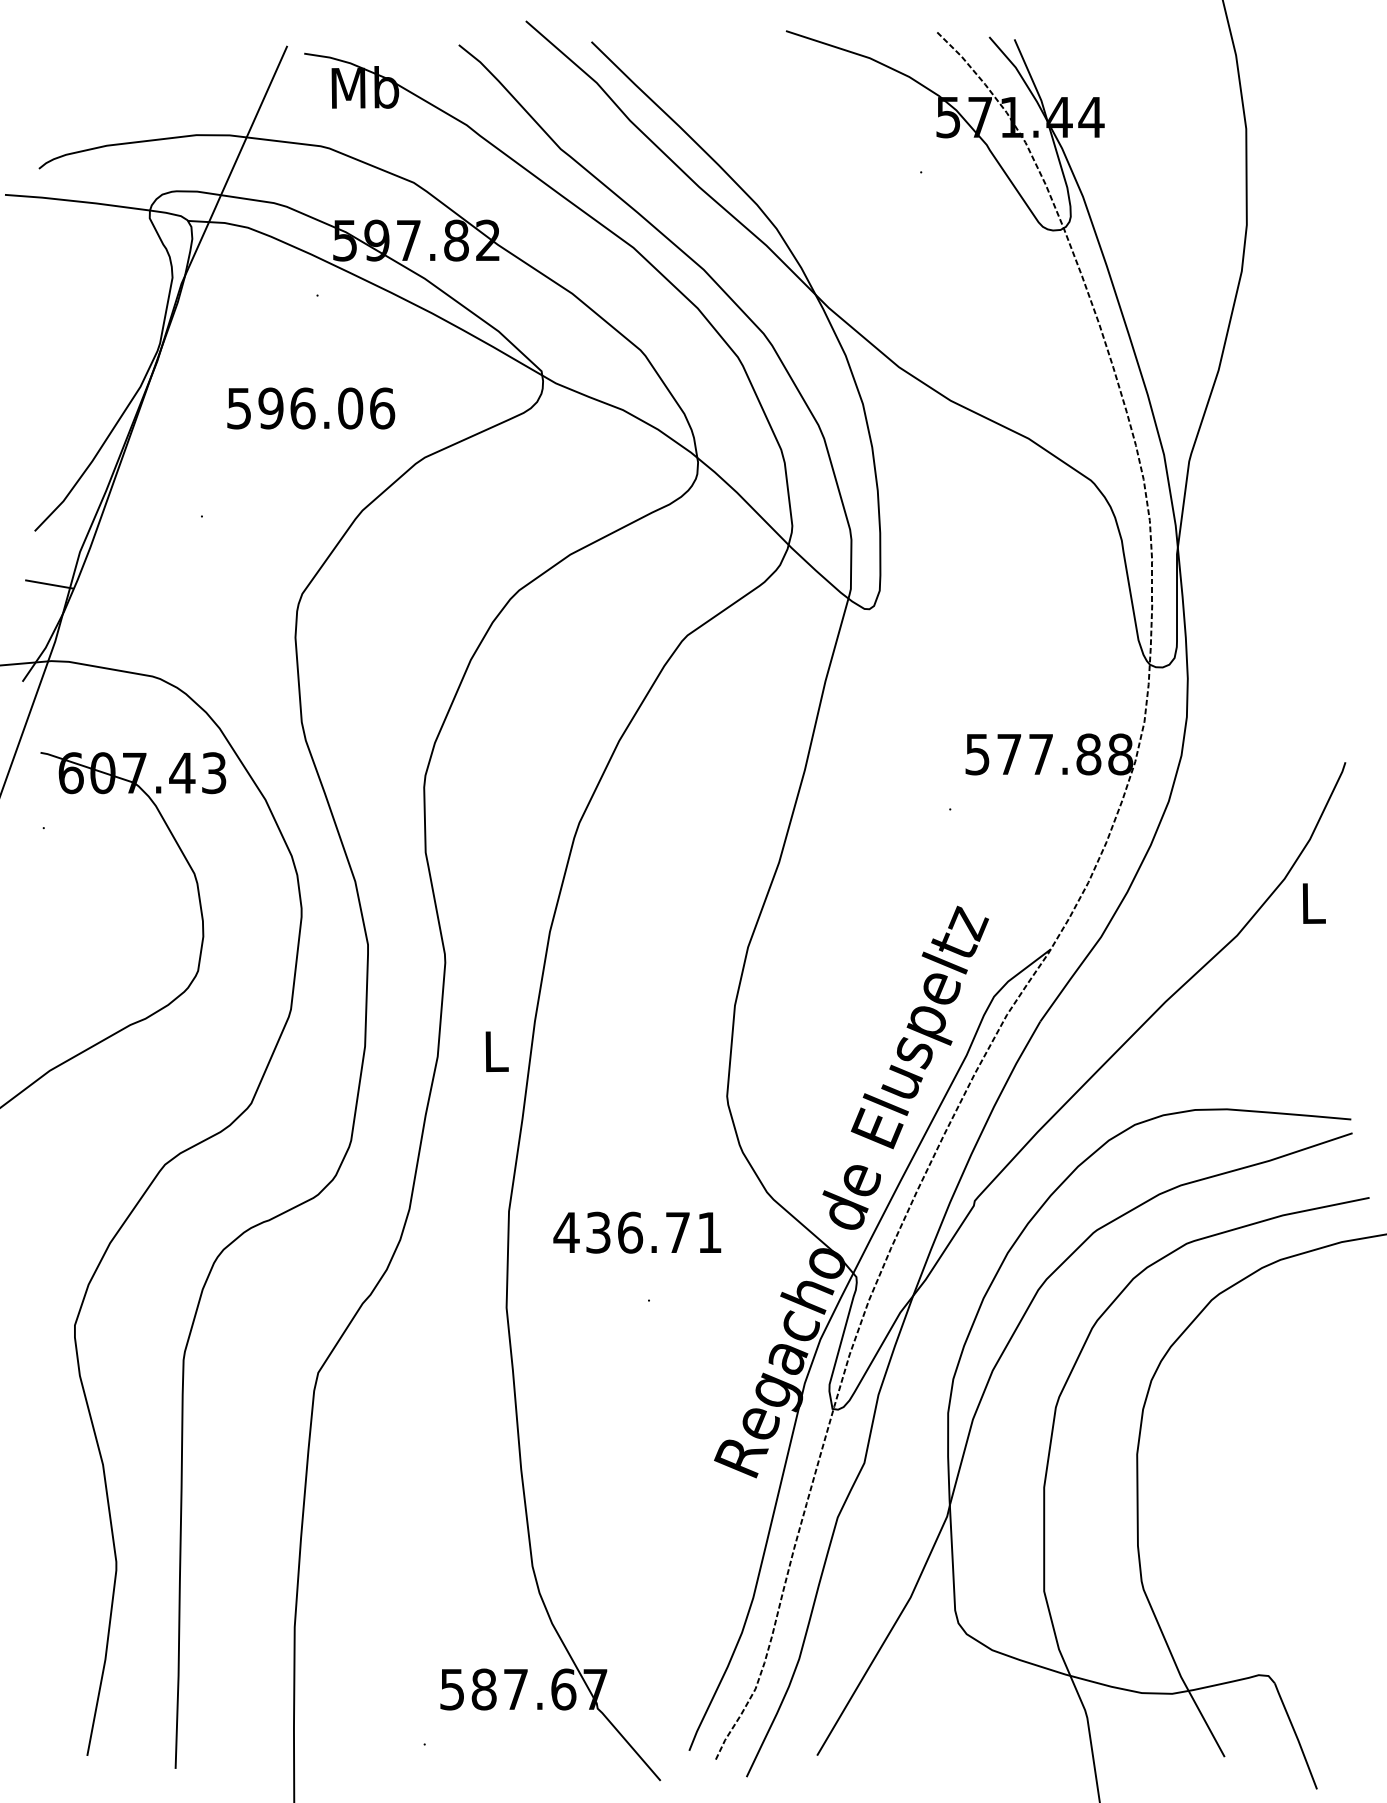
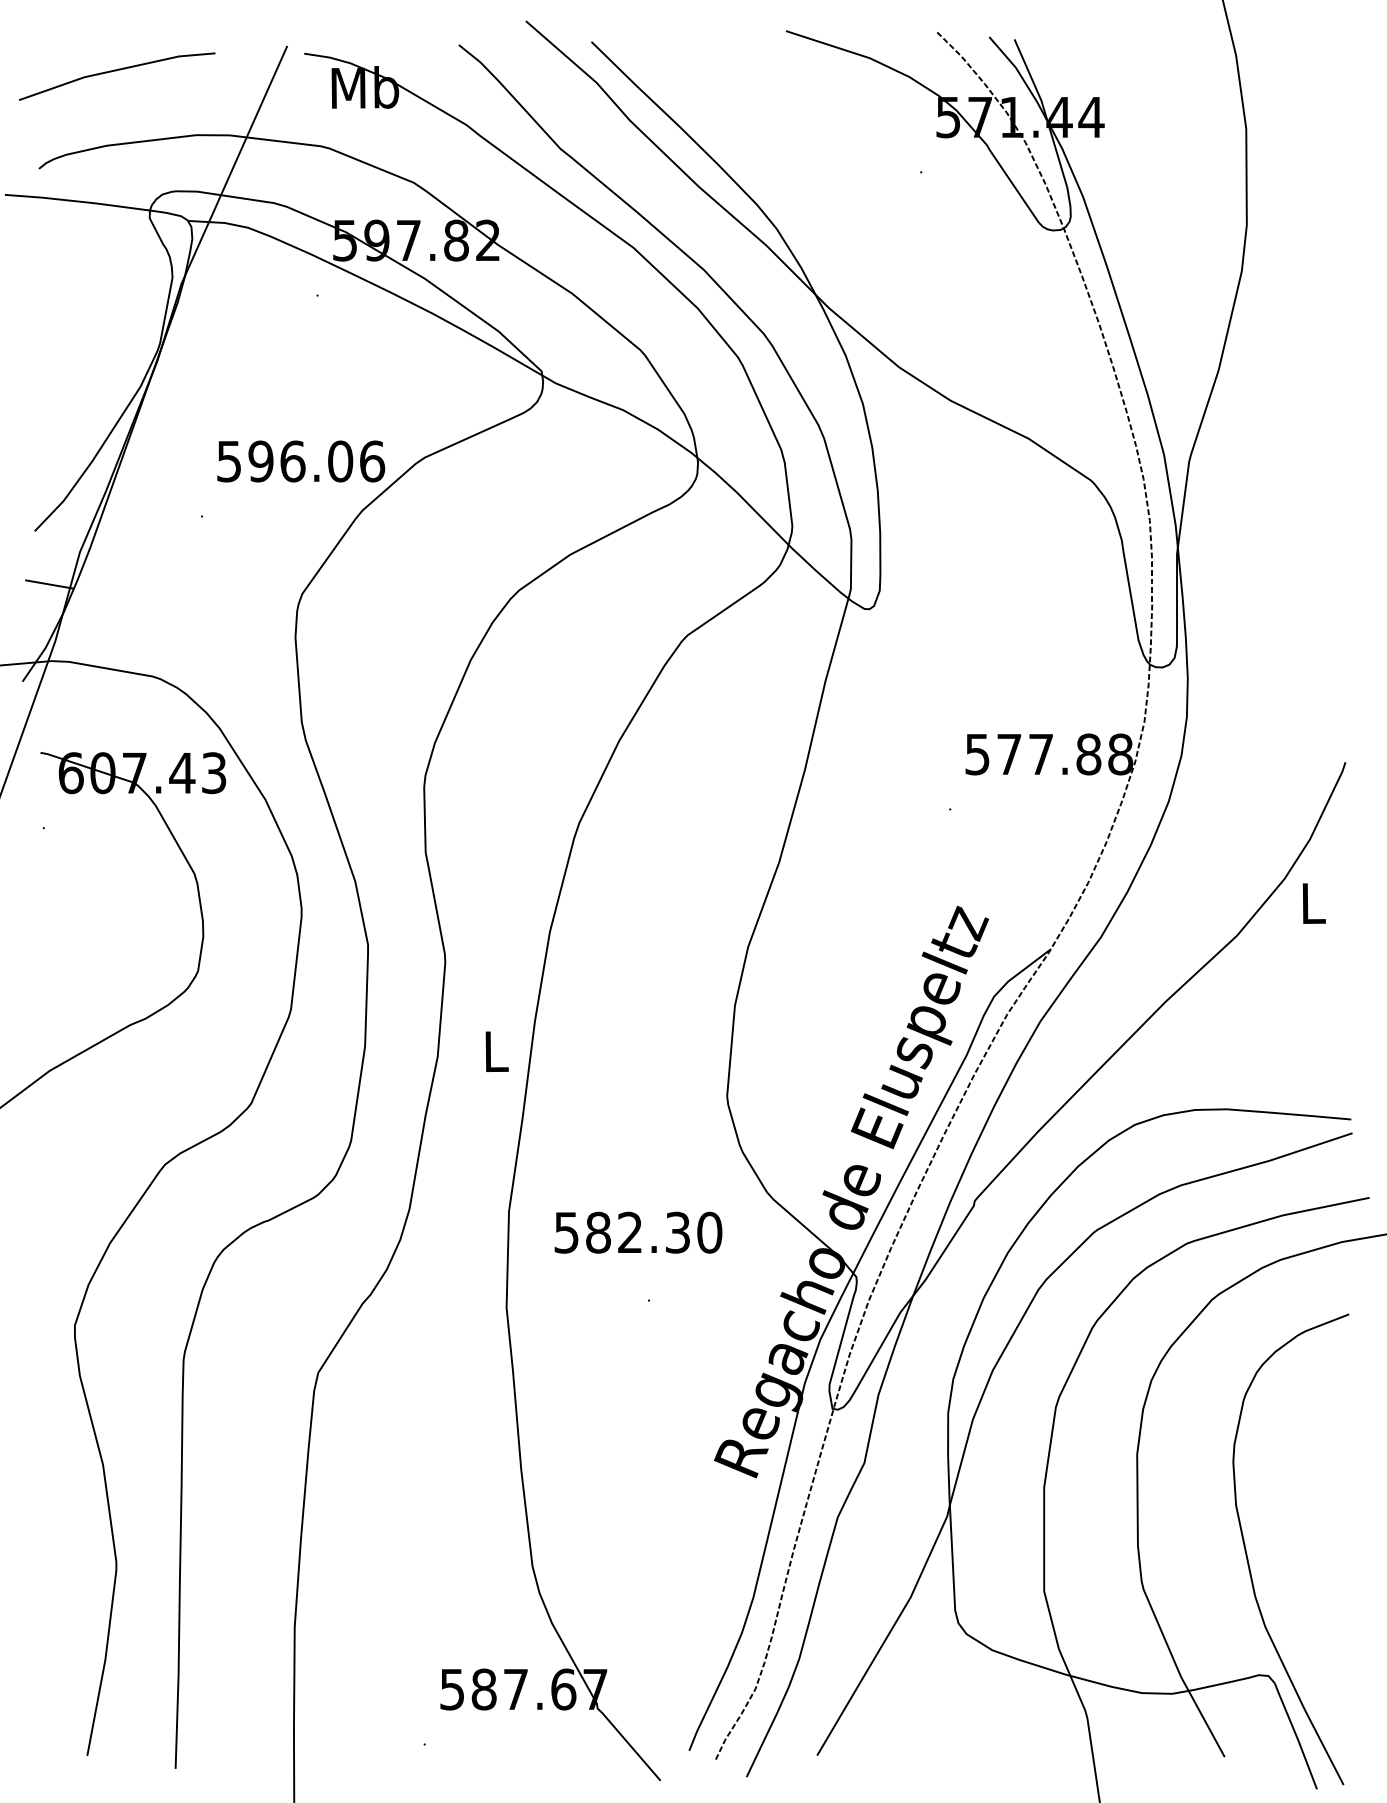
line at (116, 71): none -> present
text at (311, 408) position: (311, 408) -> (301, 461)
text at (637, 1232): 436.71 -> 582.30
part at (1248, 1558): none -> present
